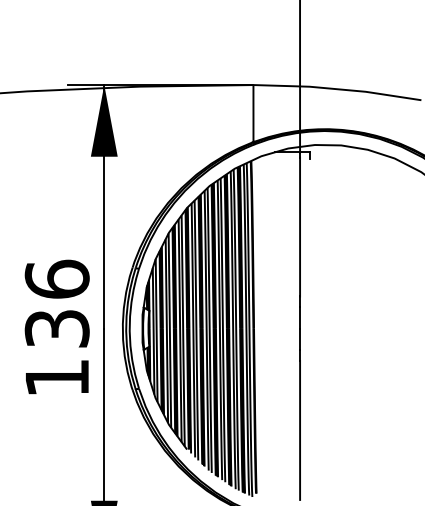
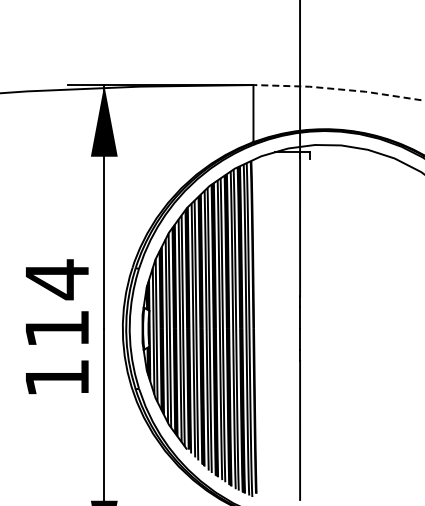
line at (337, 89): solid -> dashed
text at (56, 303): 136 -> 114
